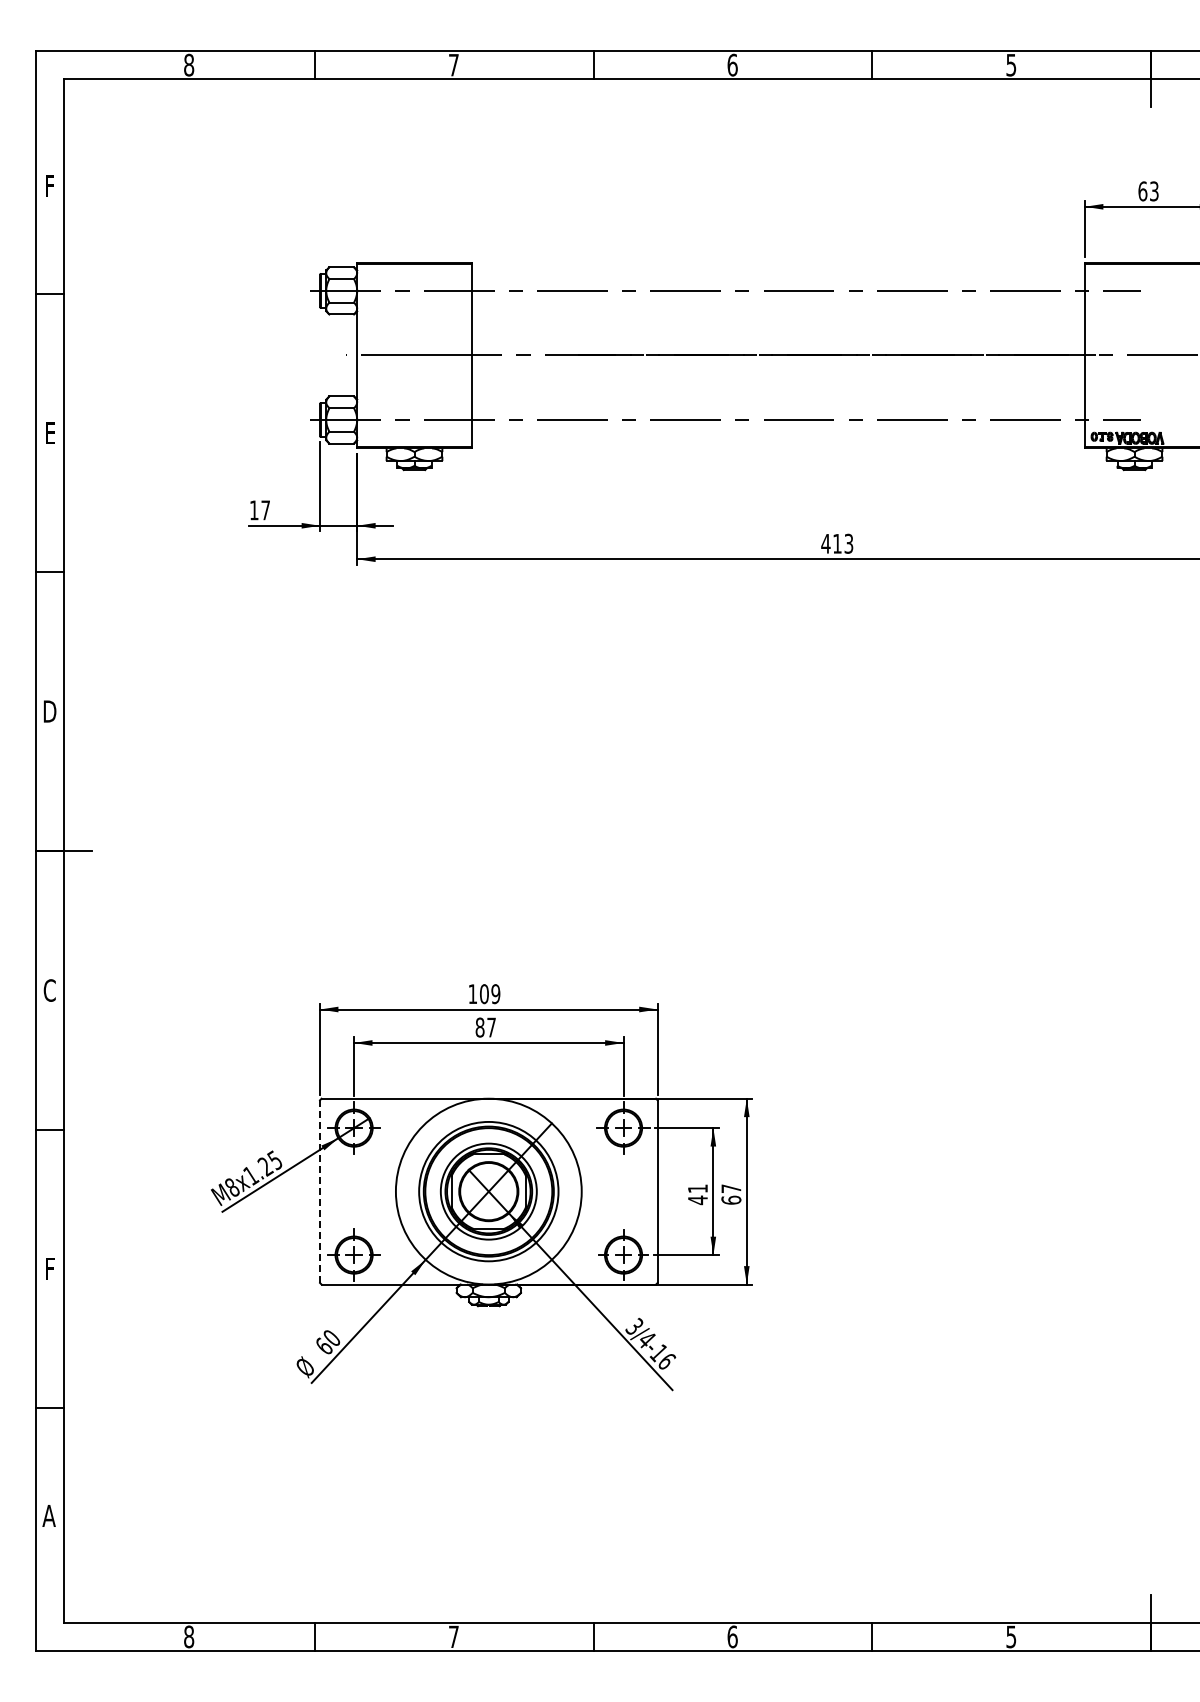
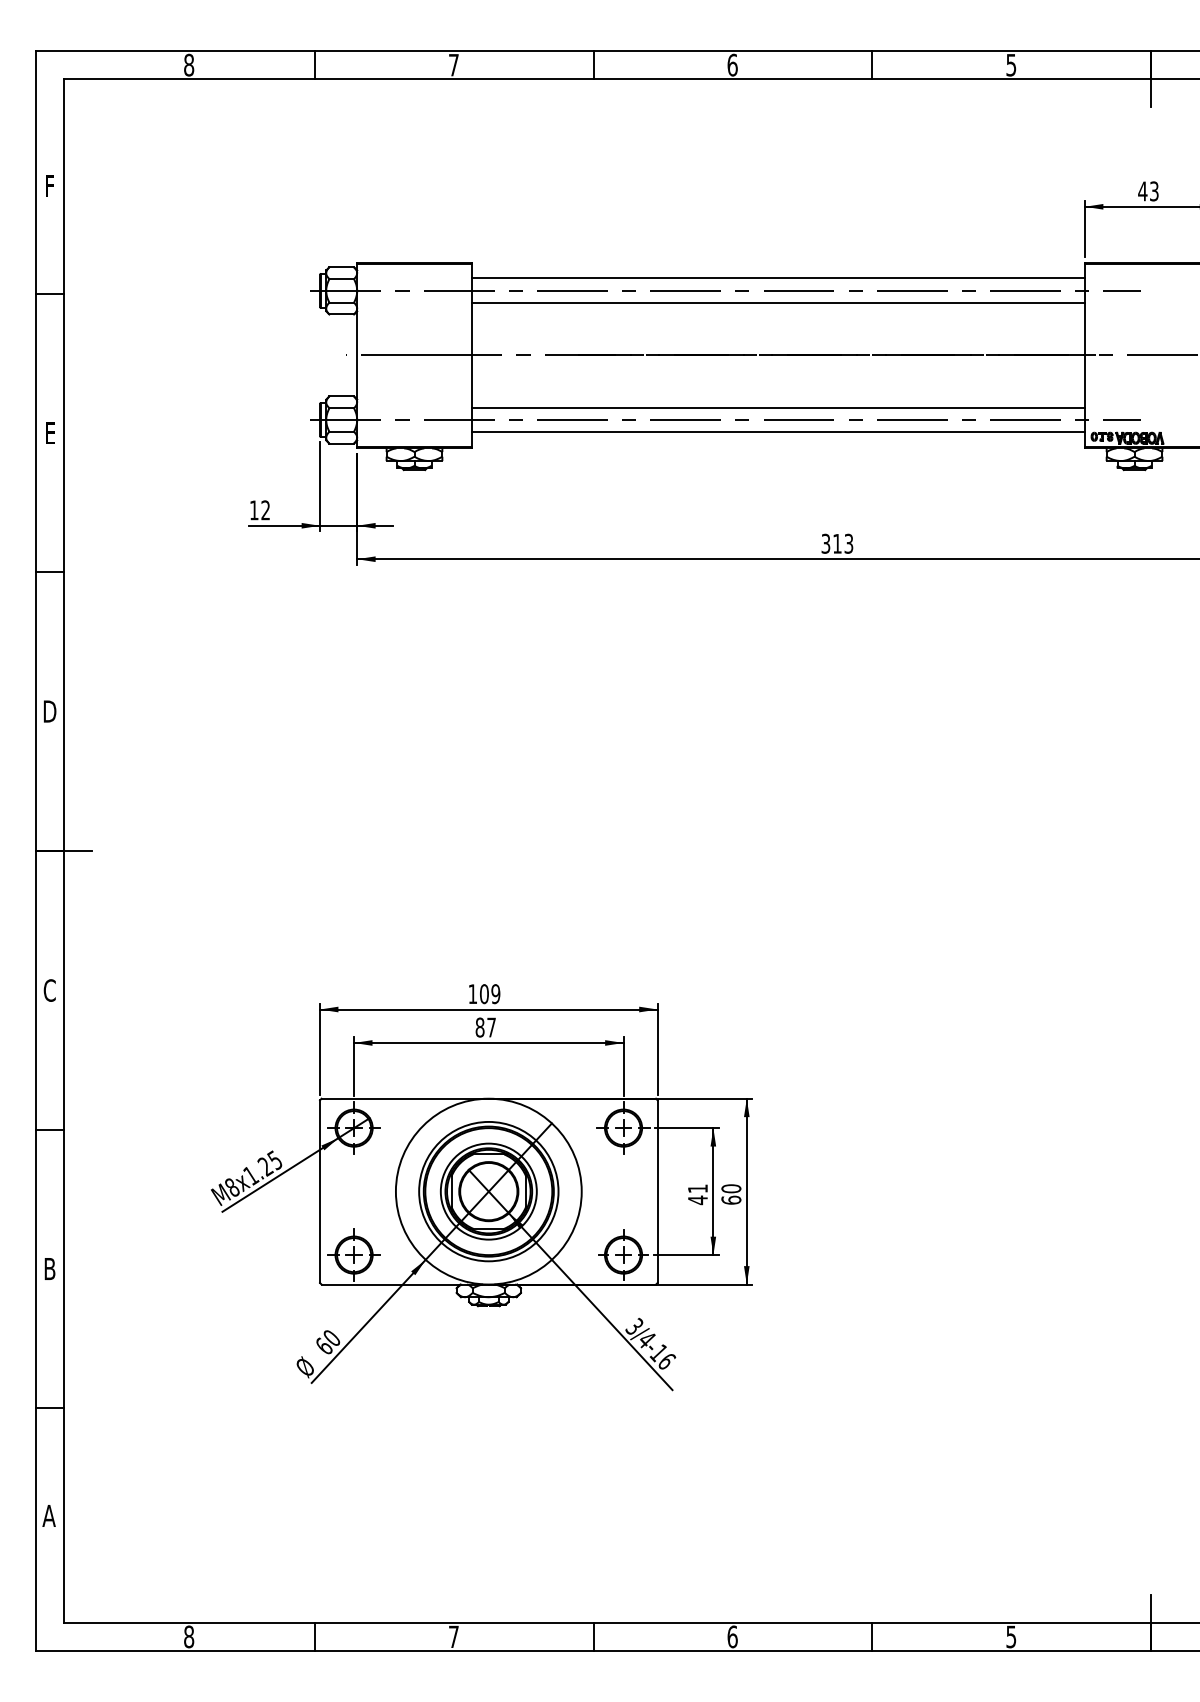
text at (1142, 191): 63 -> 43
line at (777, 278): none -> present
line at (777, 303): none -> present
line at (777, 407): none -> present
line at (777, 432): none -> present
text at (265, 510): 17 -> 12
text at (825, 543): 413 -> 313
text at (731, 1188): 67 -> 60
line at (320, 1192): dashed -> solid
text at (49, 1268): F -> B
